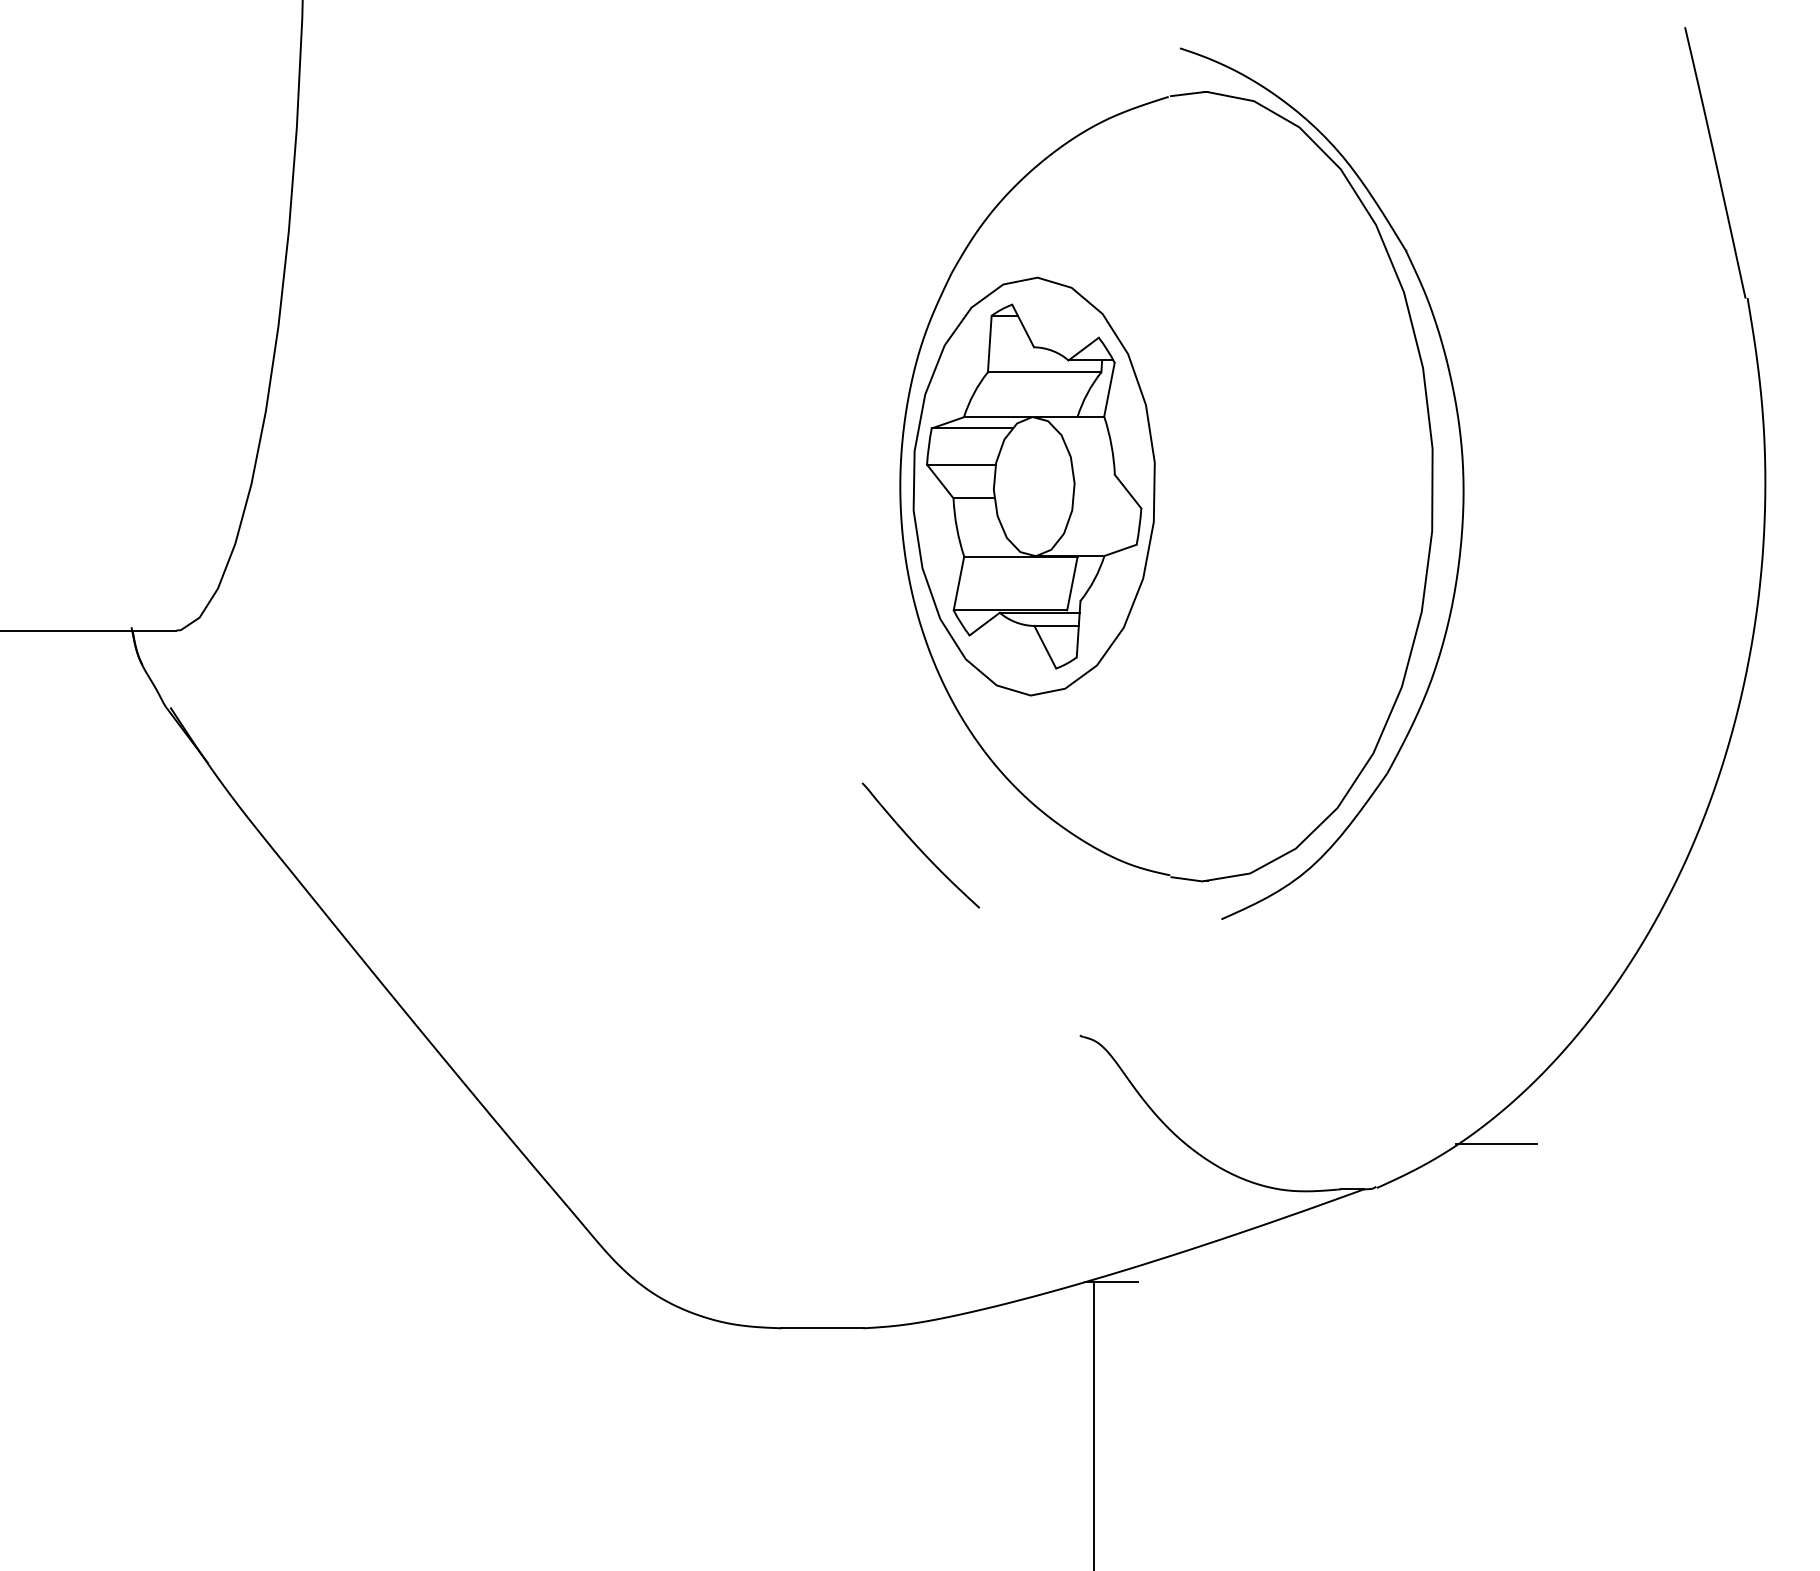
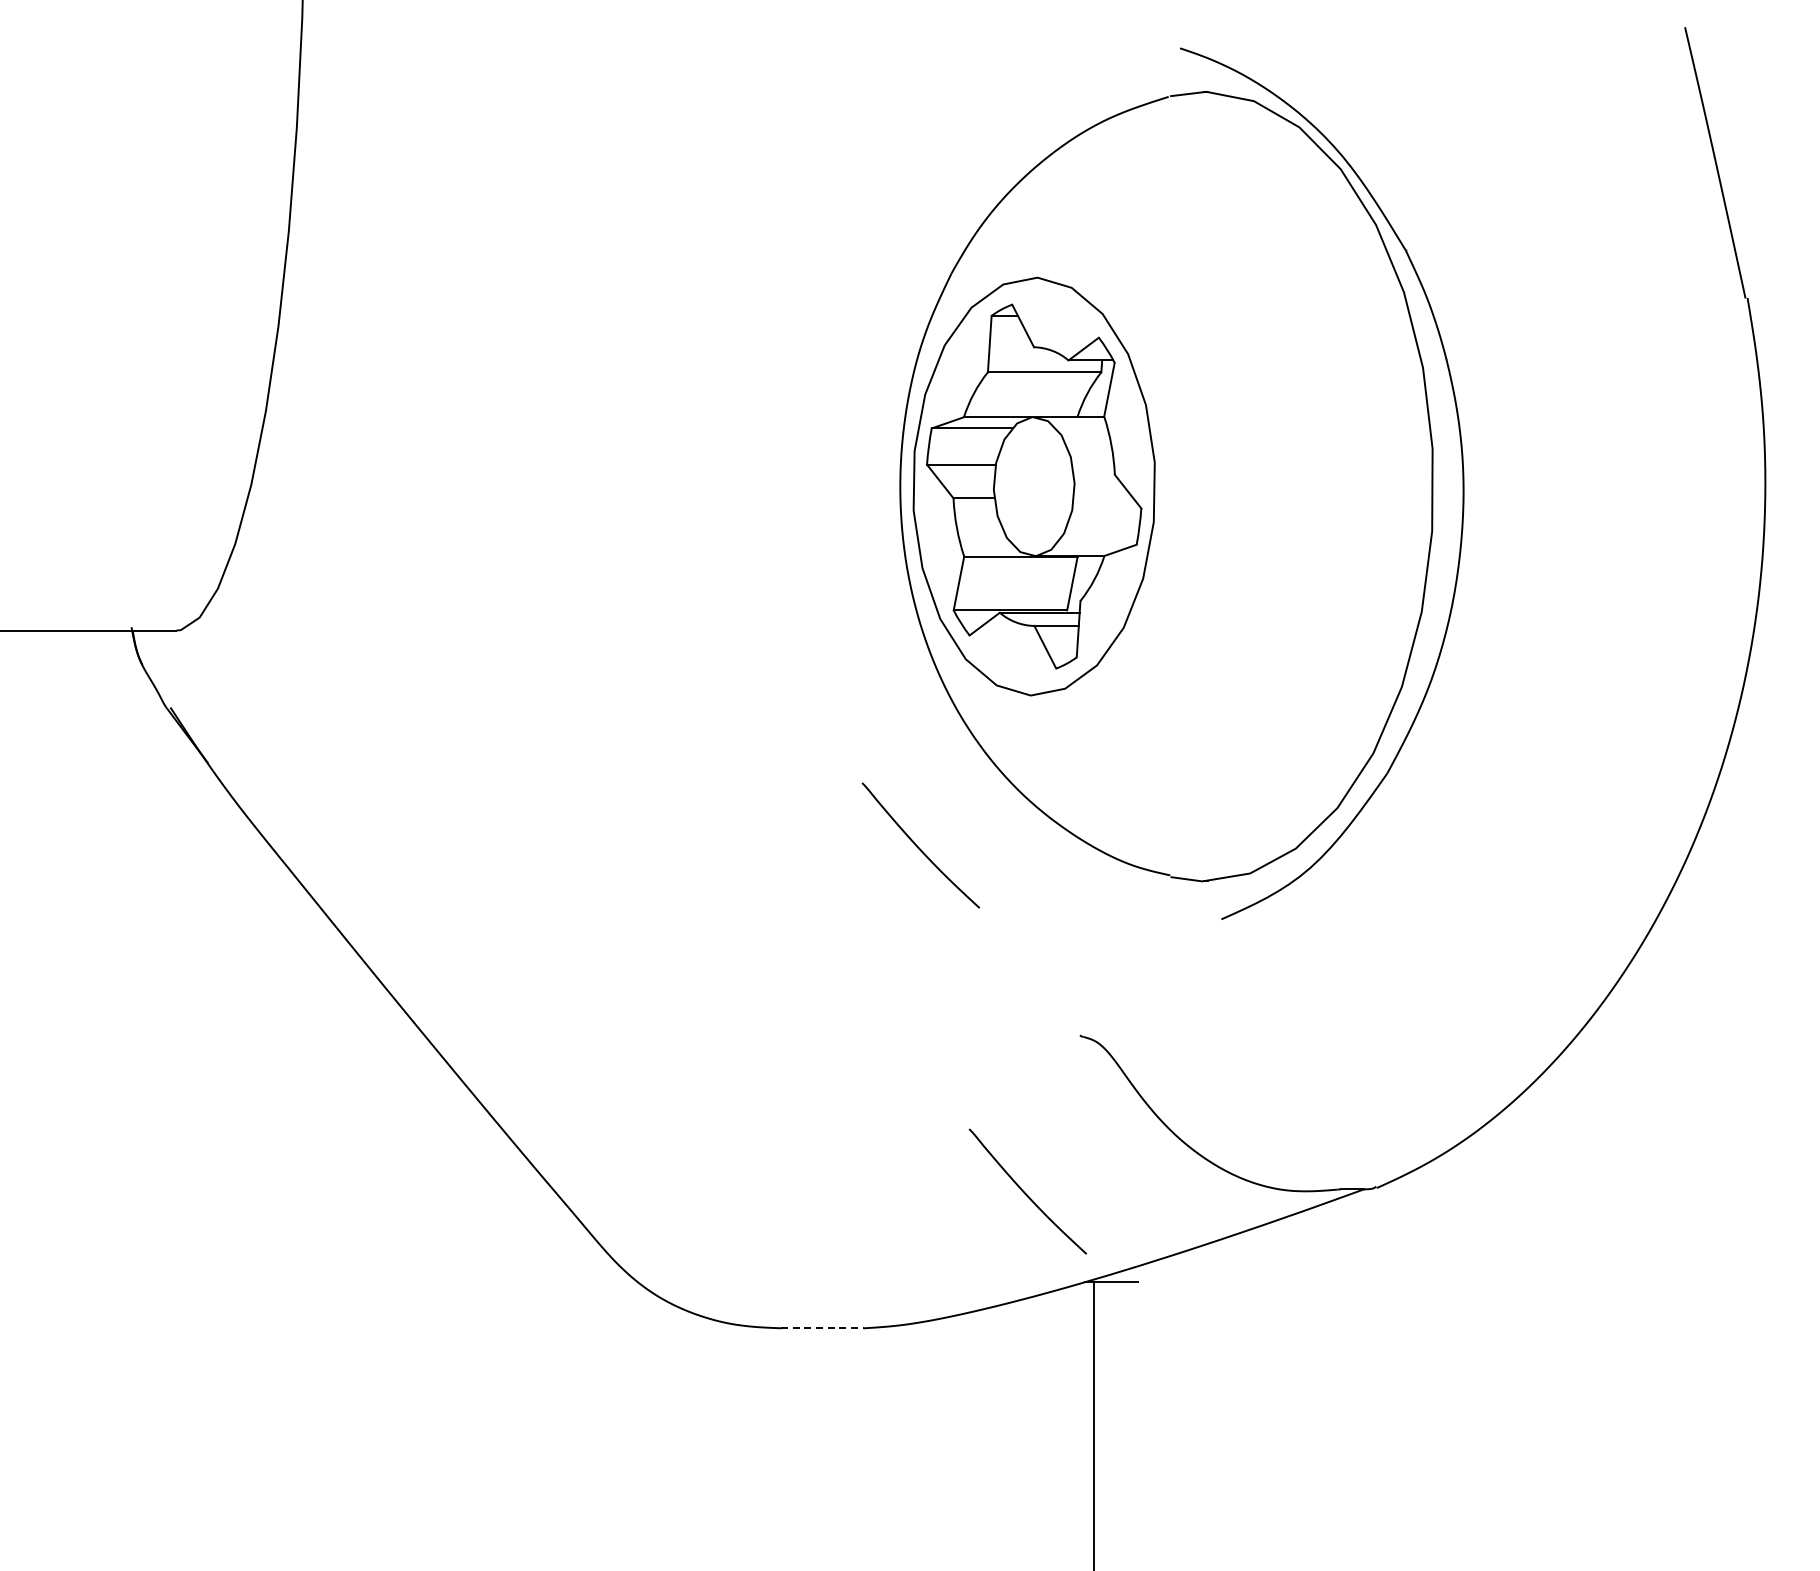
line at (1496, 1144): present -> none
curve at (1025, 1192): none -> present
line at (823, 1328): solid -> dashed
